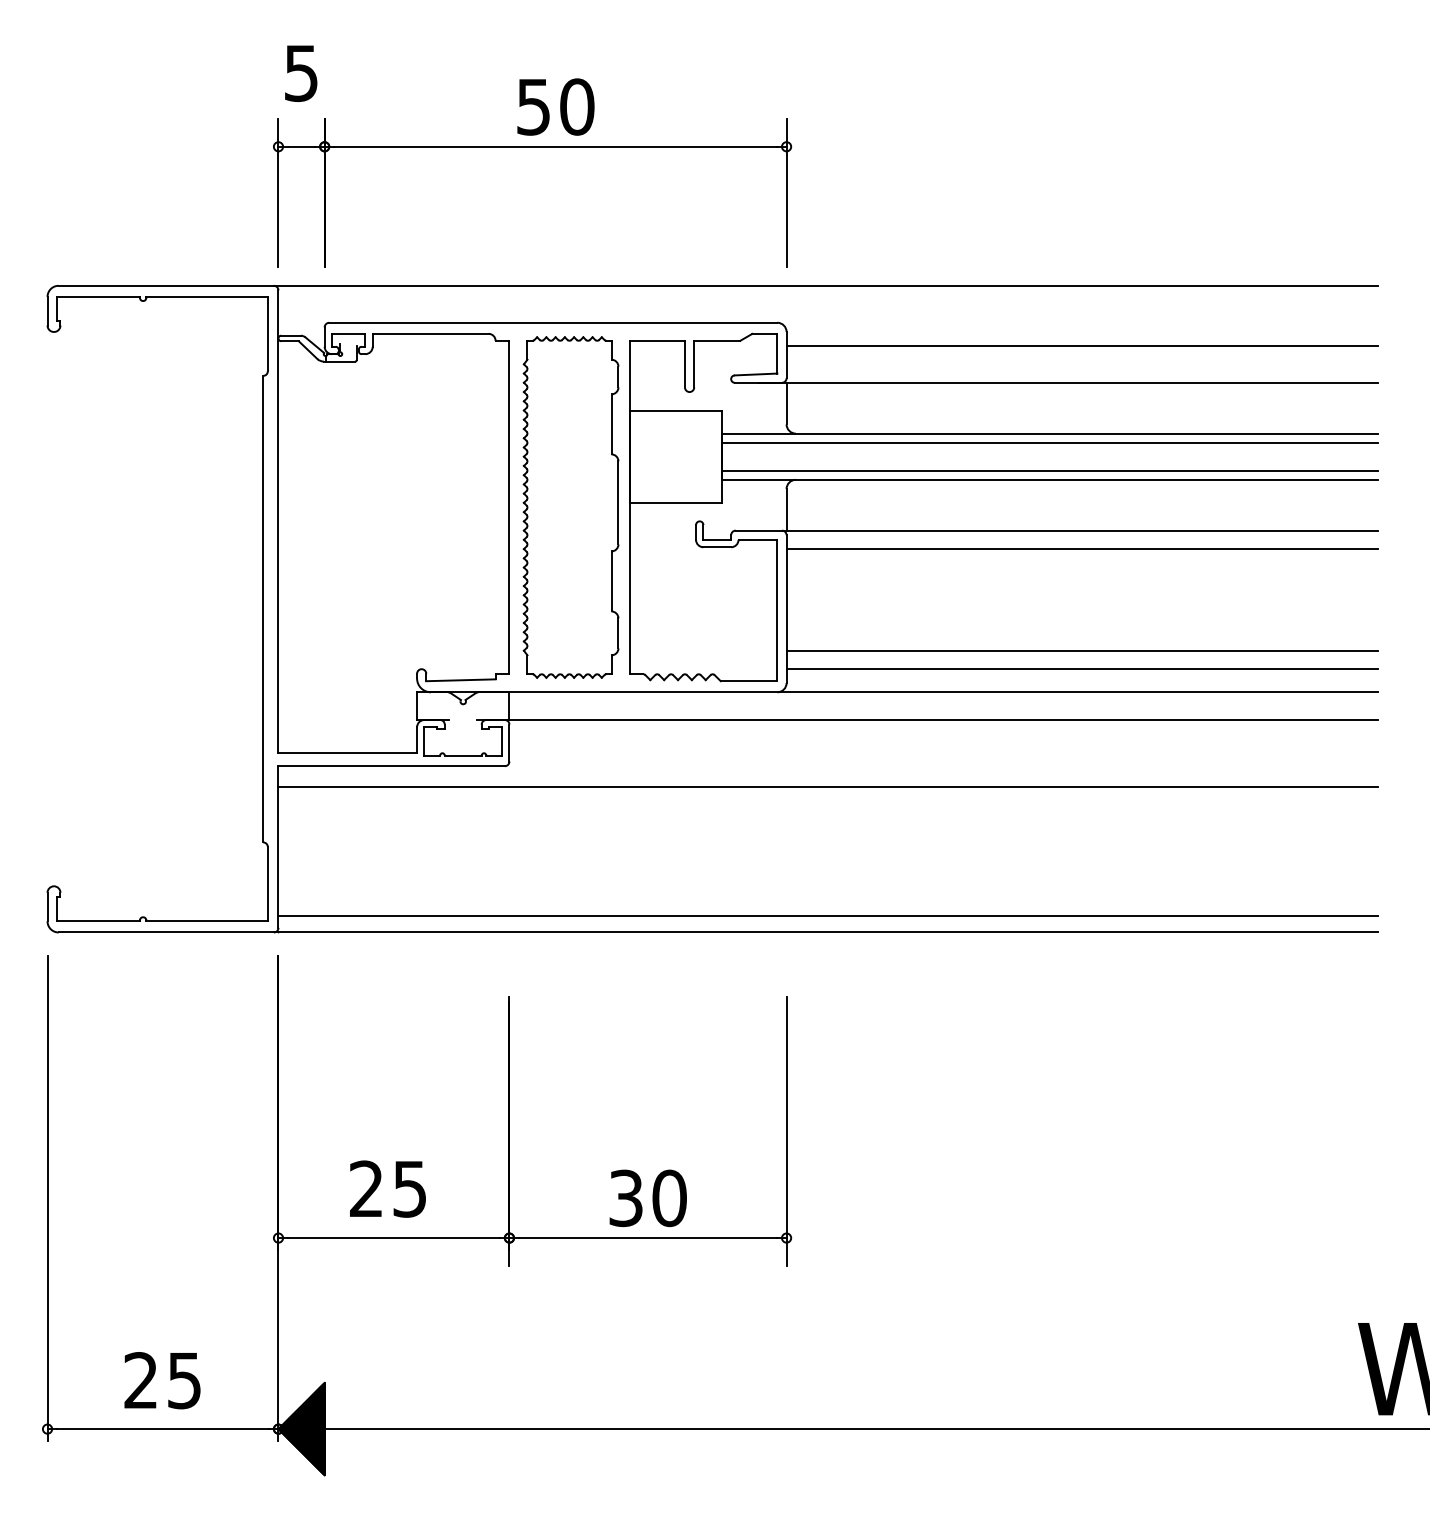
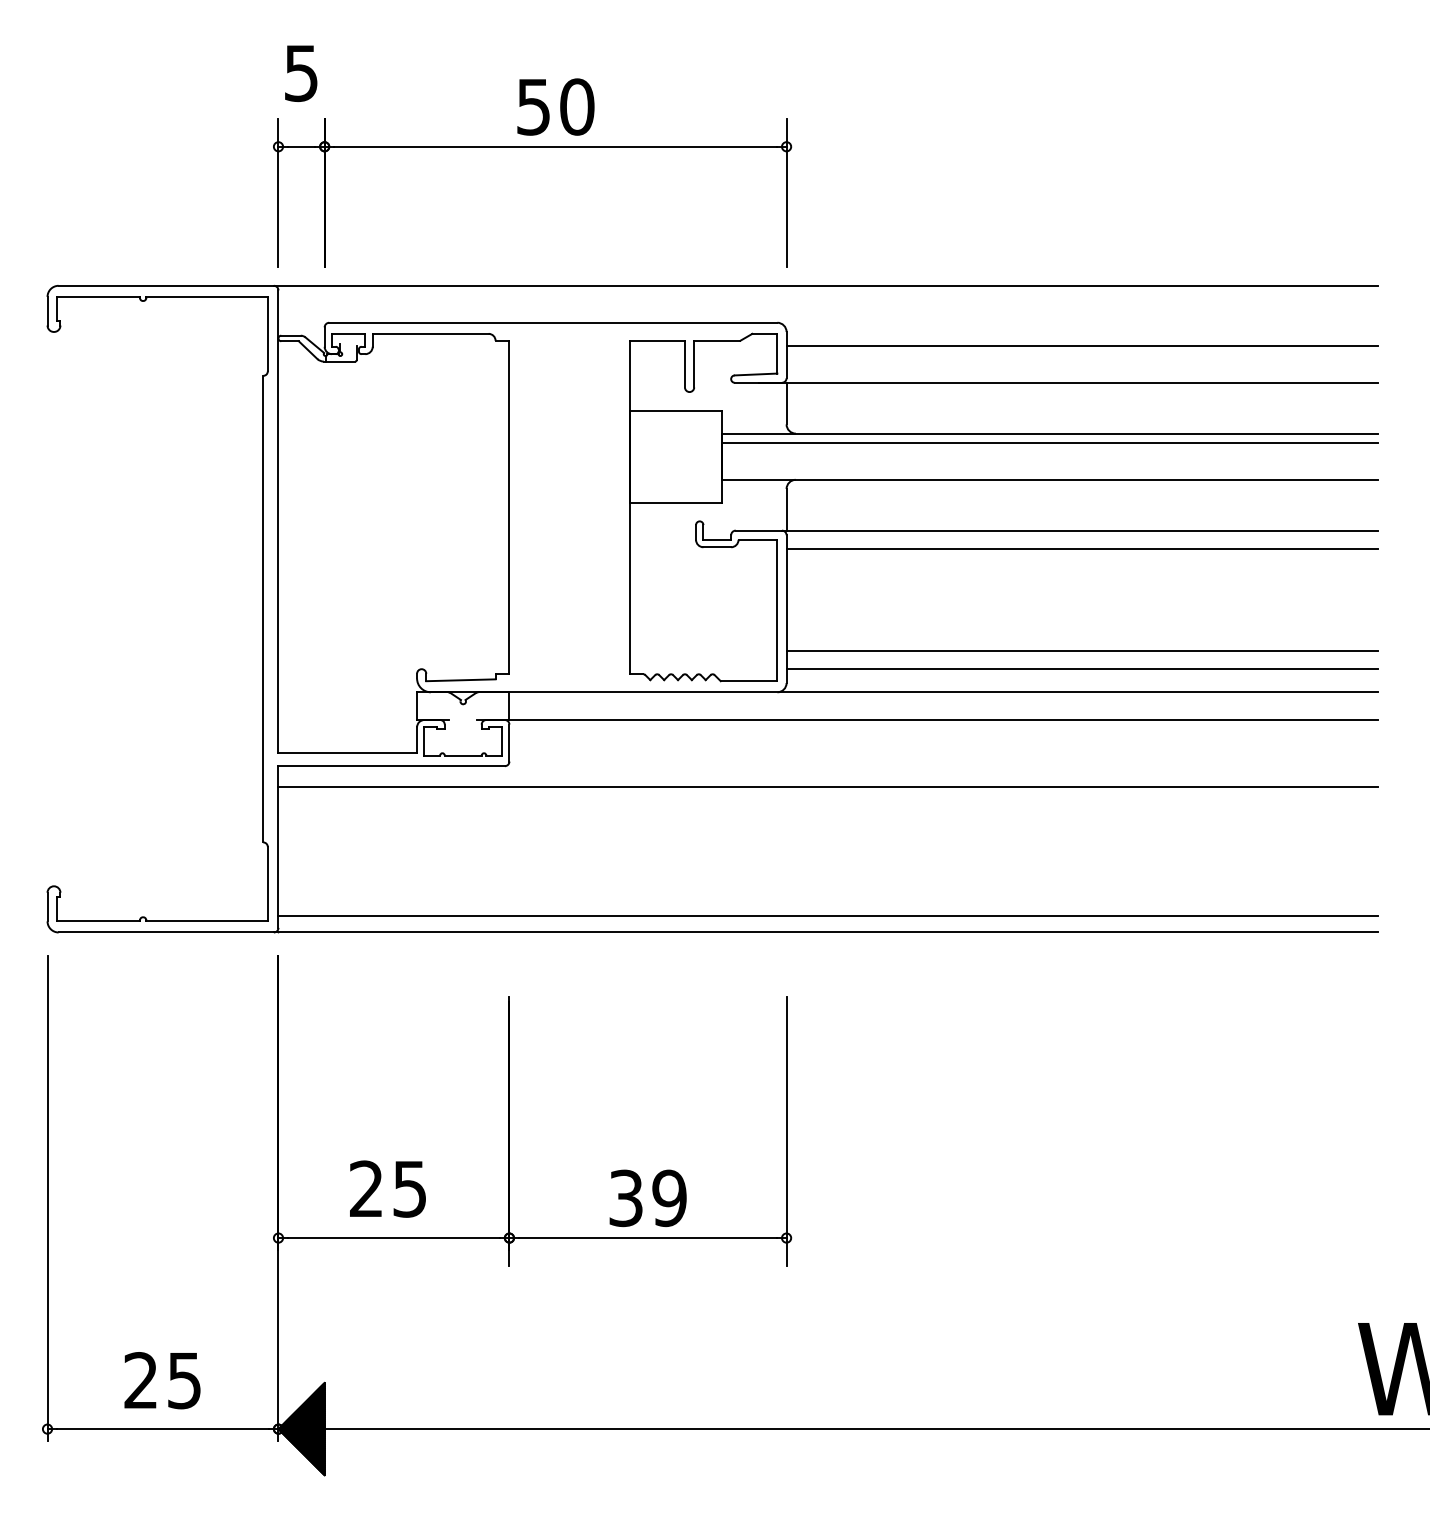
line at (1049, 470): present -> none
part at (570, 507): present -> none
text at (669, 1198): 30 -> 39
